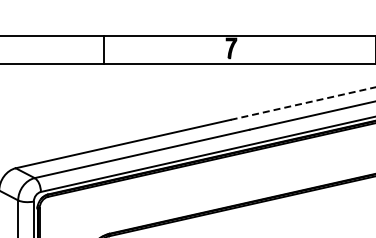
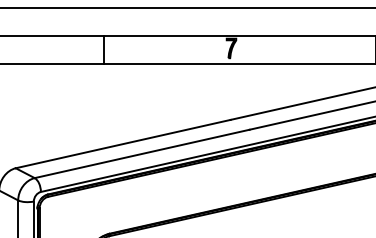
line at (187, 7): none -> present
line at (303, 103): dashed -> solid
